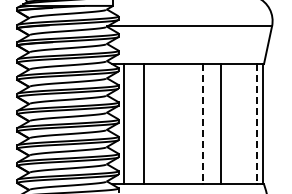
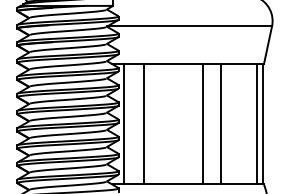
line at (202, 124): dashed -> solid
line at (257, 124): dashed -> solid
